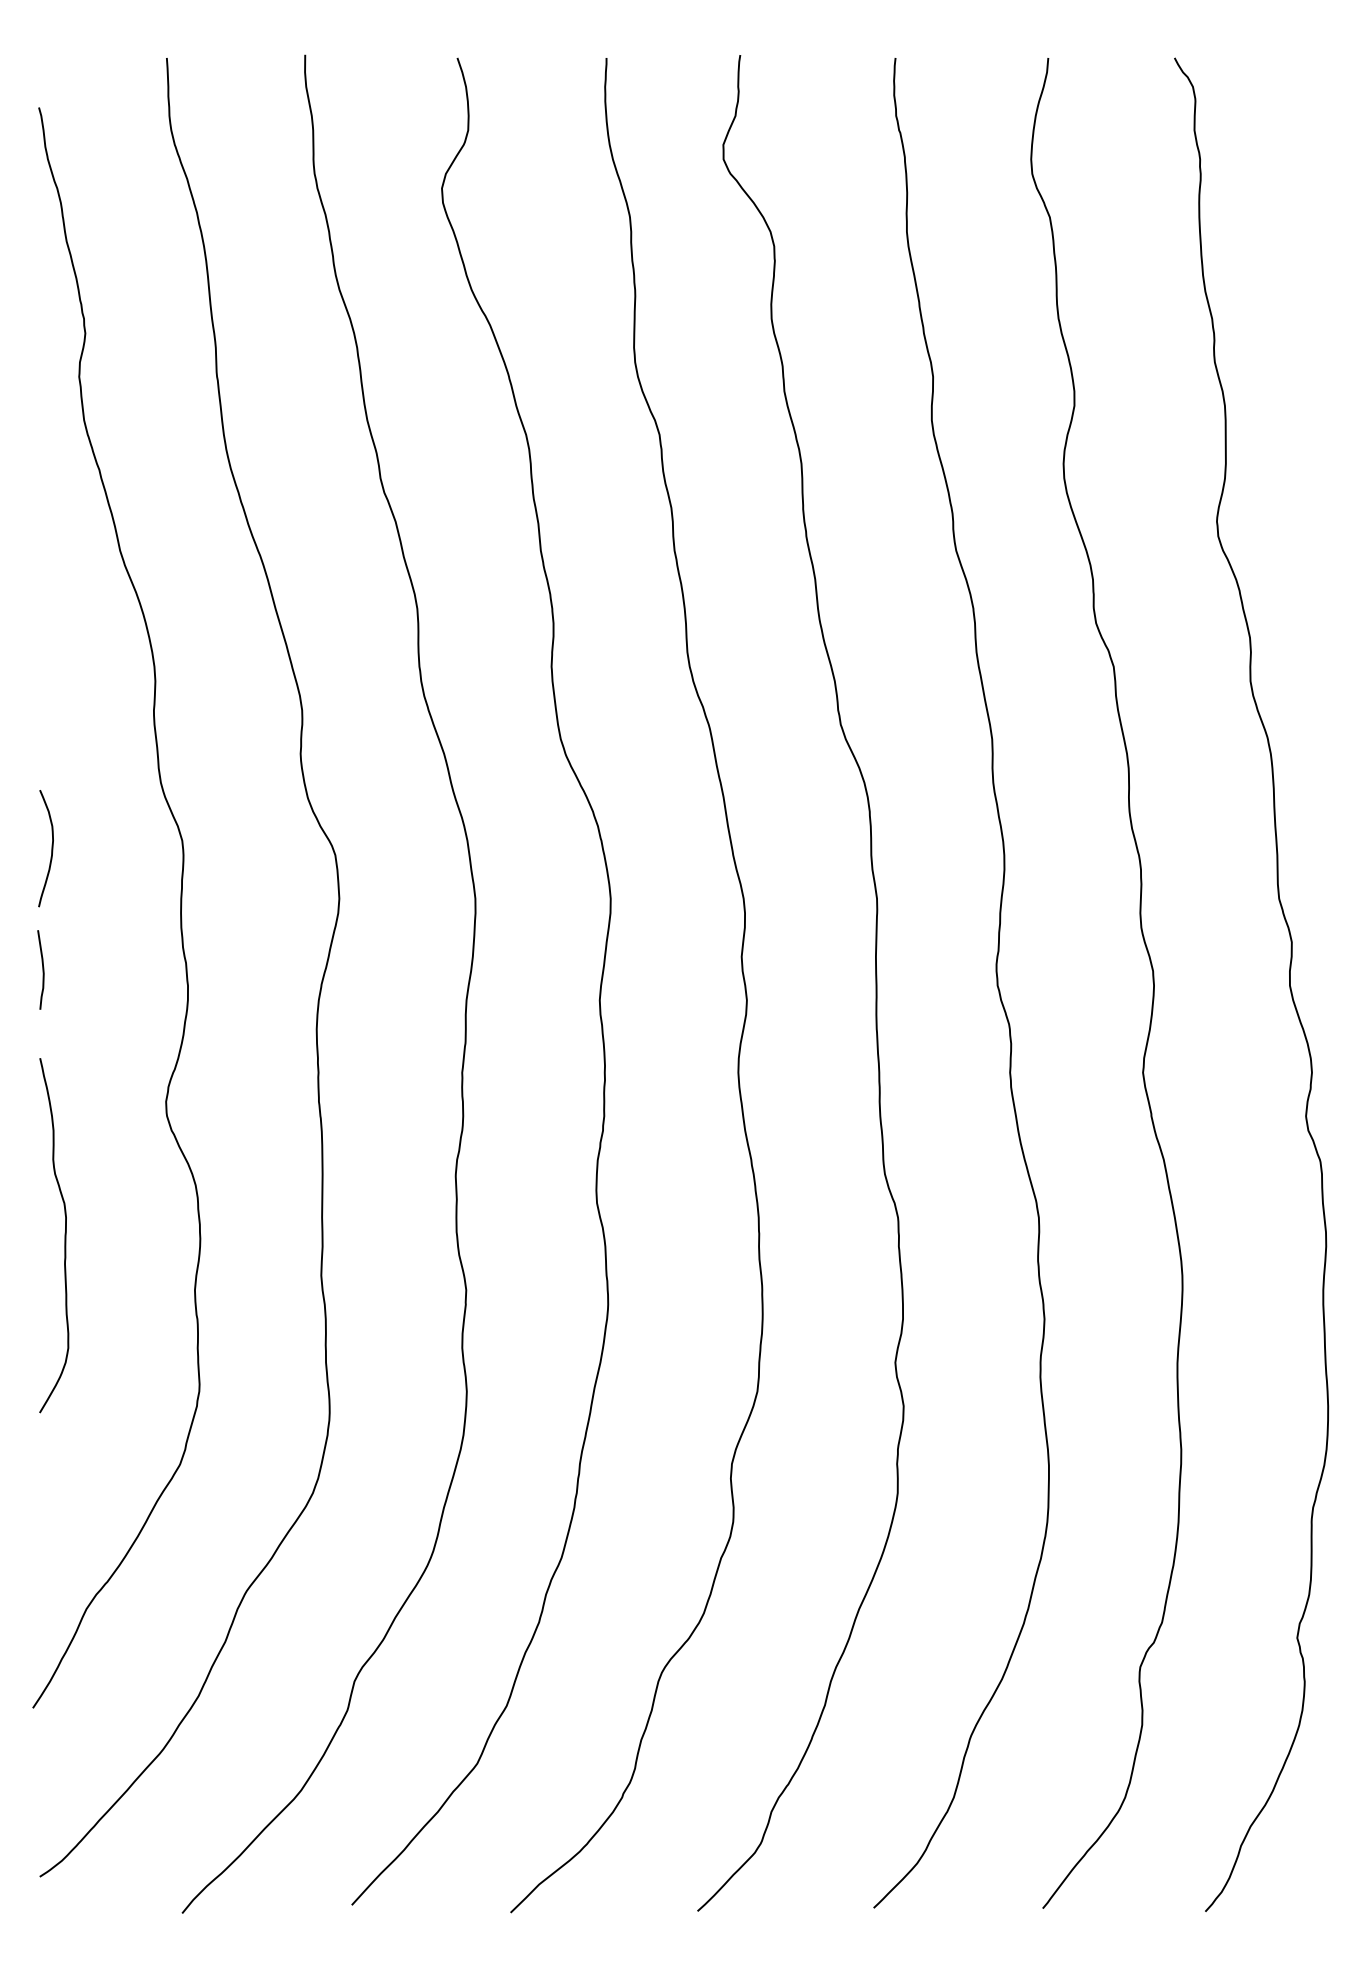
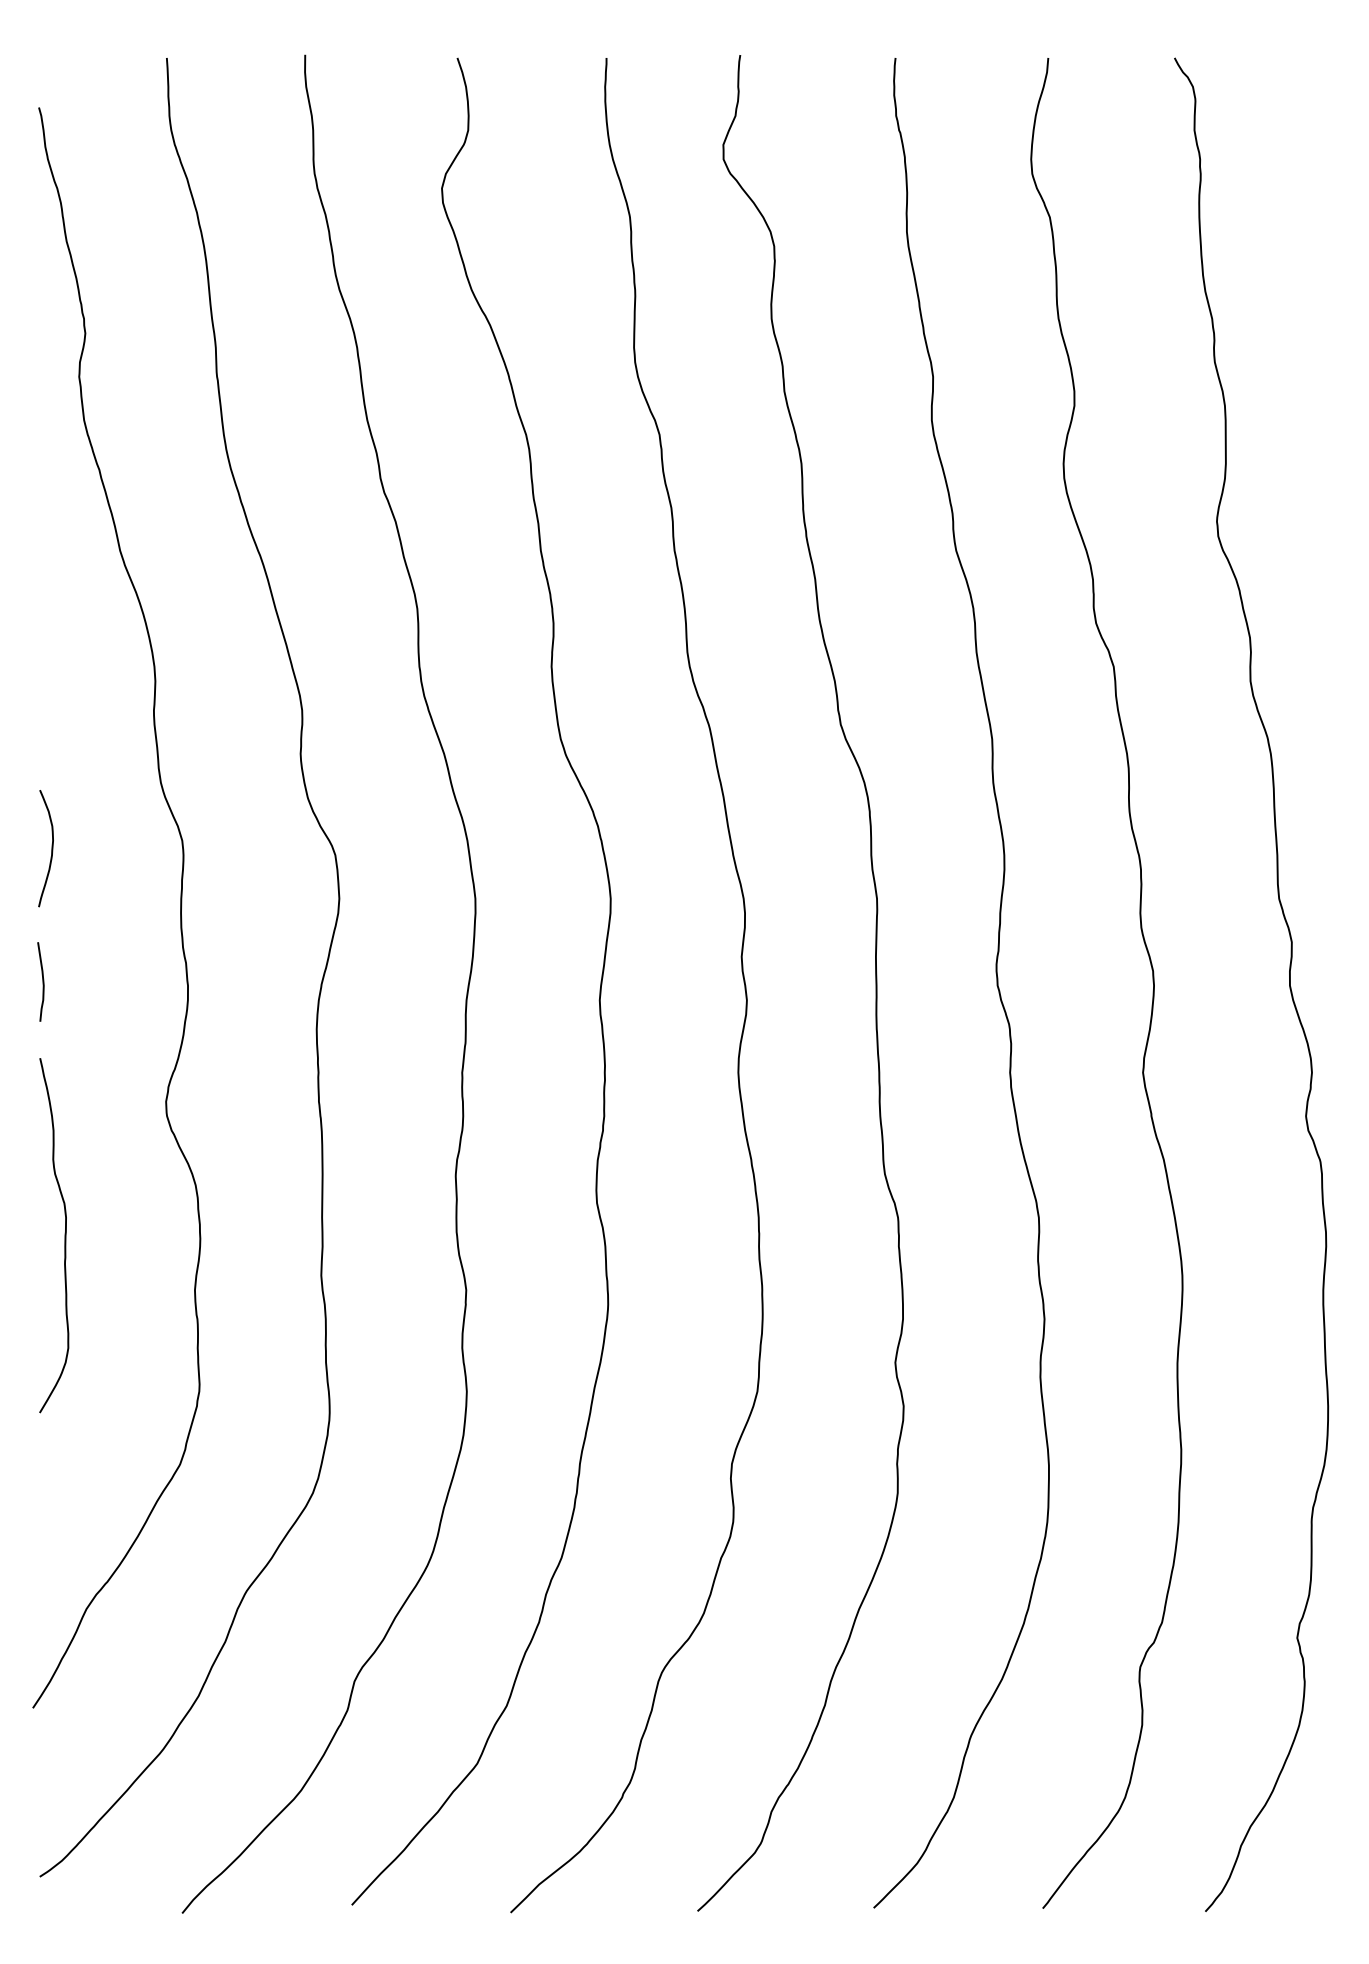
curve at (42, 969) position: (42, 969) -> (42, 981)
